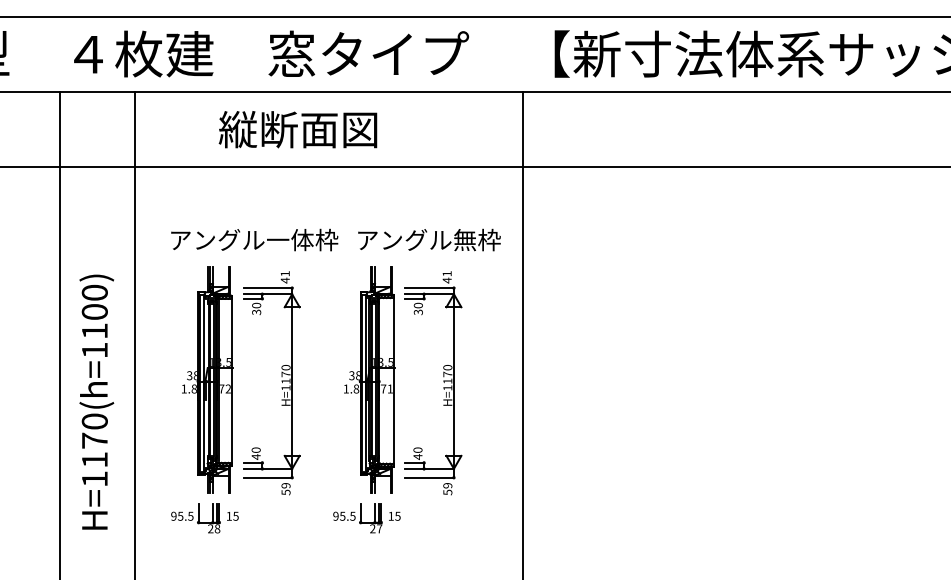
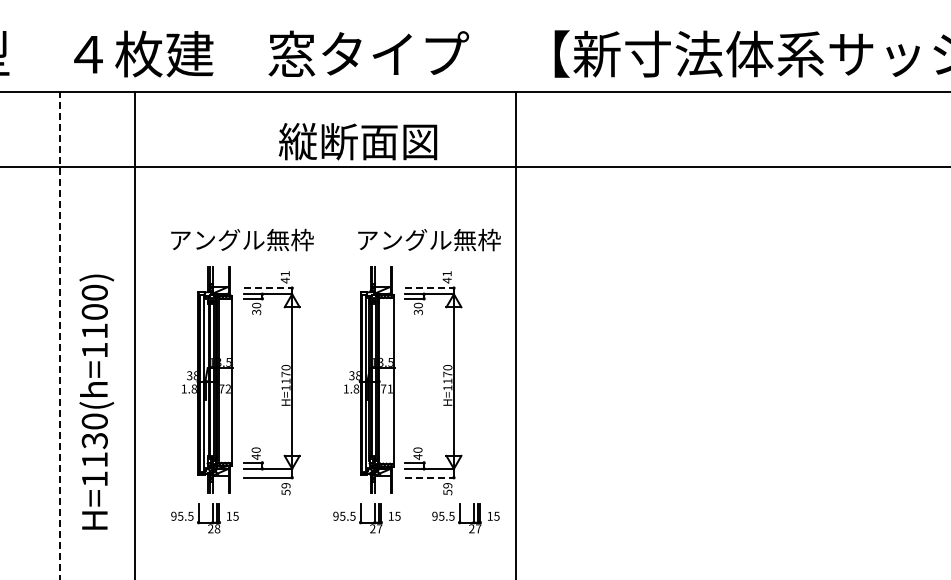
line at (474, 17): present -> none
text at (297, 129) position: (297, 129) -> (357, 141)
text at (302, 239): アングル一体枠 -> アングル無枠
line at (268, 288): solid -> dashed
line at (430, 288): solid -> dashed
line at (522, 334) position: (522, 334) -> (515, 334)
line at (60, 335): solid -> dashed
text at (94, 440): H=1170(h=1100) -> H=1130(h=1100)
line at (430, 477): solid -> dashed
part at (465, 518): none -> present
